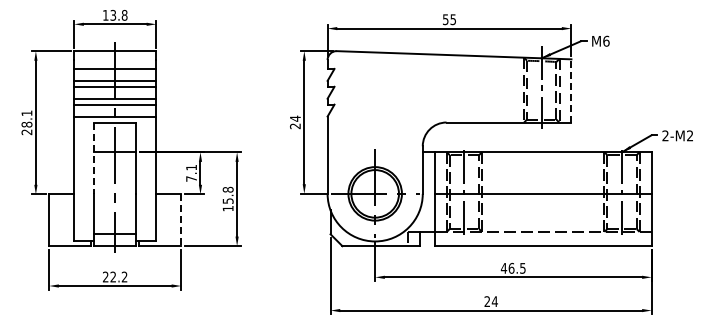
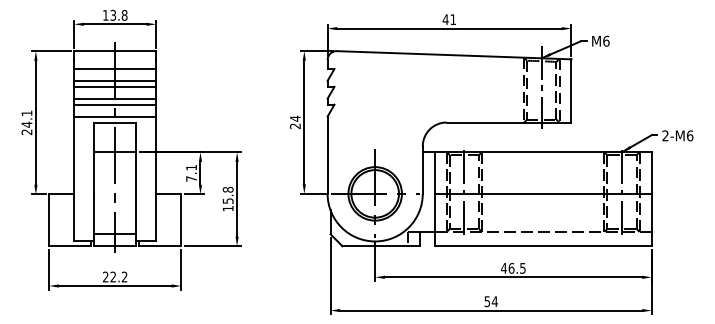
text at (448, 19): 55 -> 41
line at (571, 90): dashed -> solid
text at (26, 124): 28.1 -> 24.1
text at (690, 135): 2-M2 -> 2-M6
line at (94, 158): dashed -> solid
line at (181, 220): dashed -> solid
text at (487, 301): 24 -> 54
